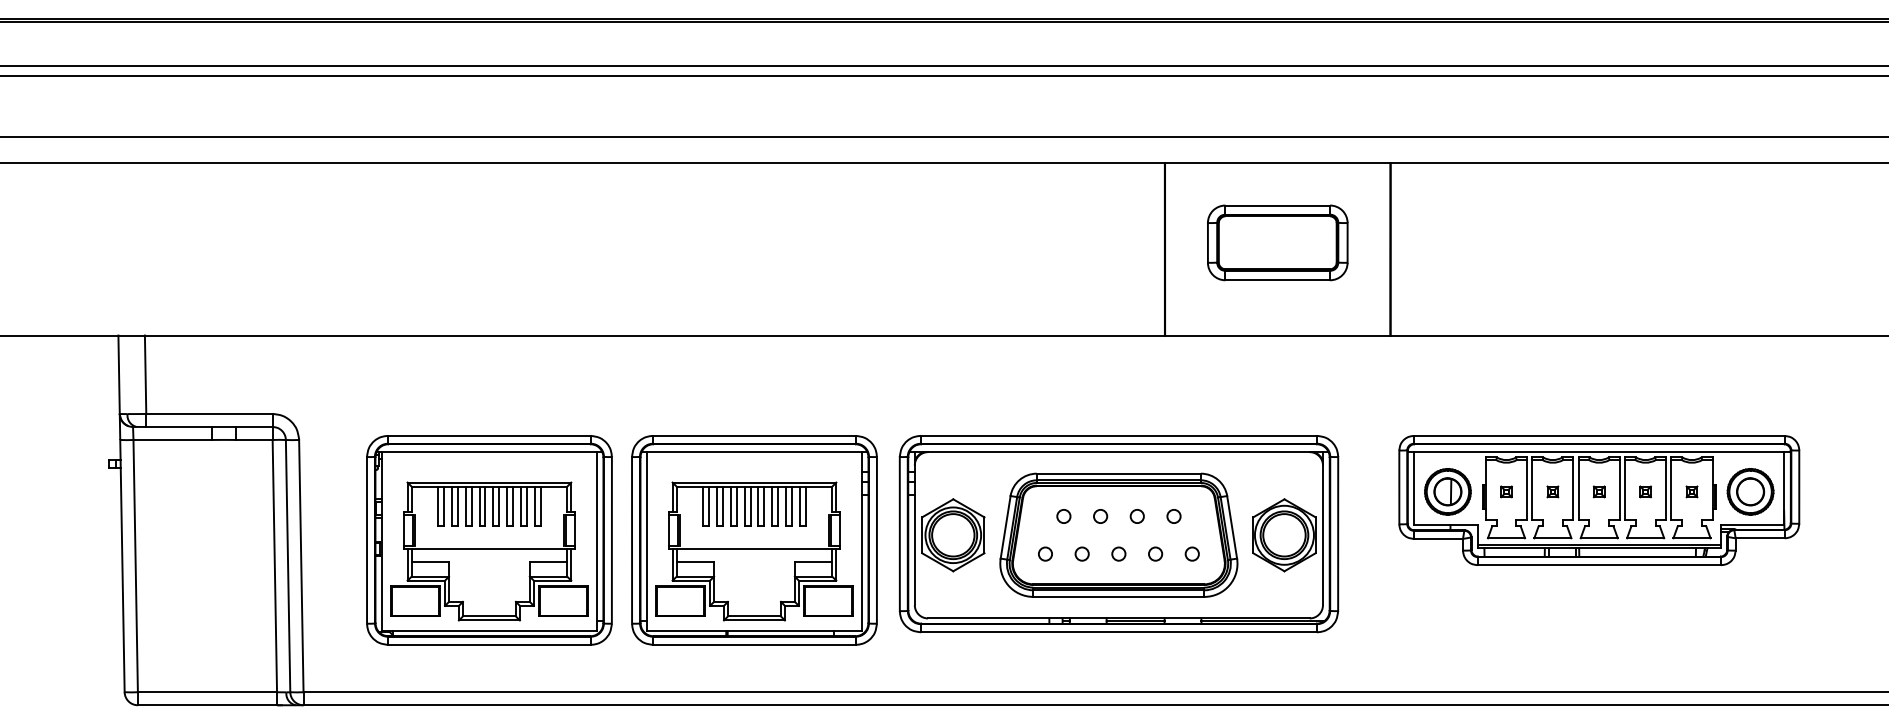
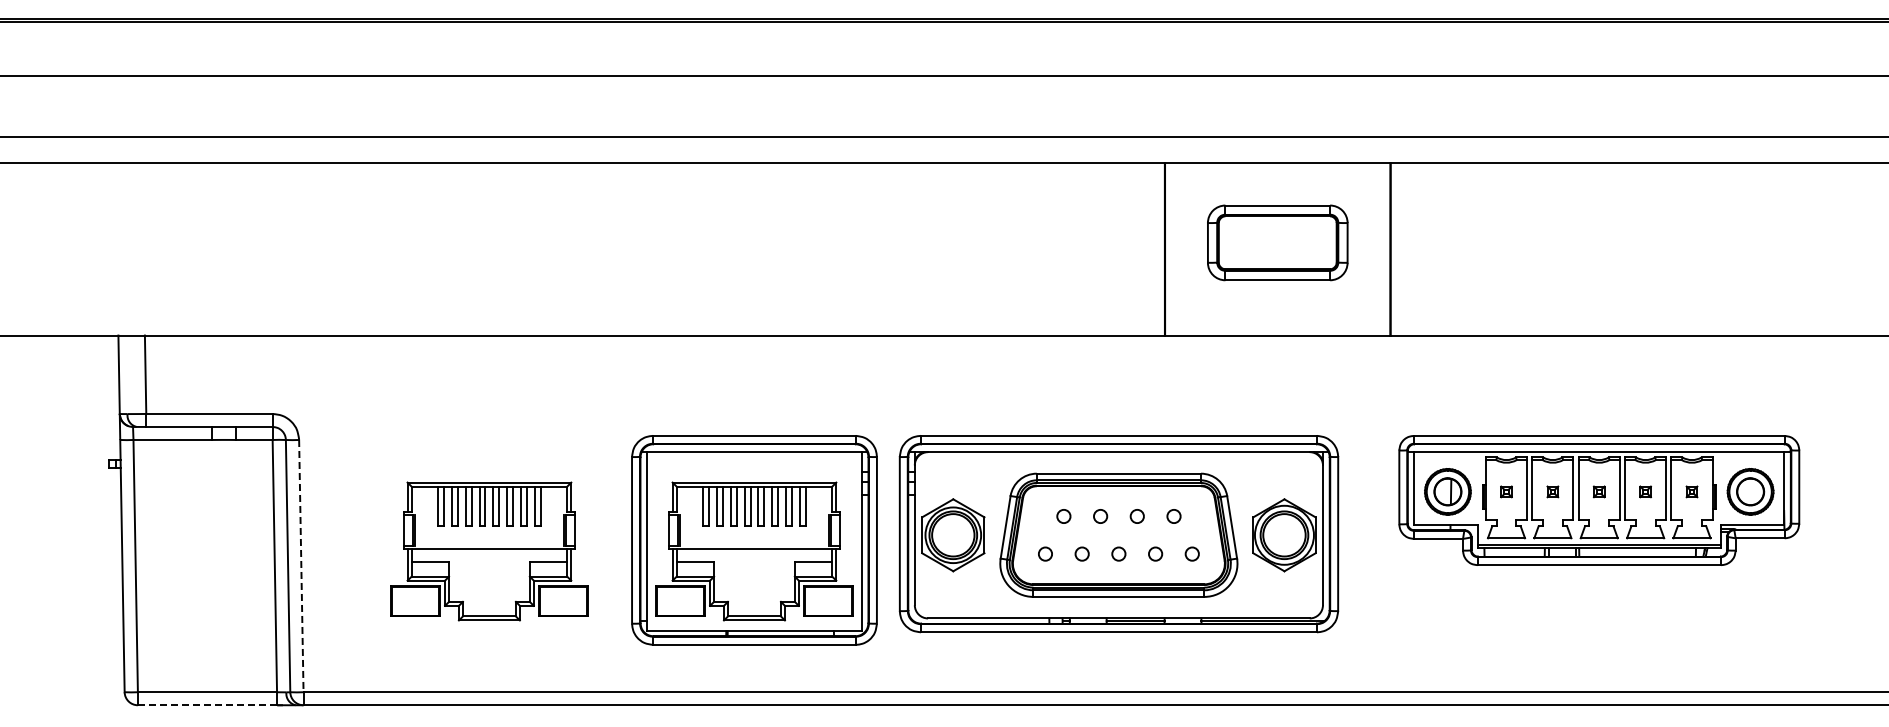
line at (943, 66): present -> none
part at (489, 540): present -> none
line at (301, 566): solid -> dashed
line at (207, 705): solid -> dashed
